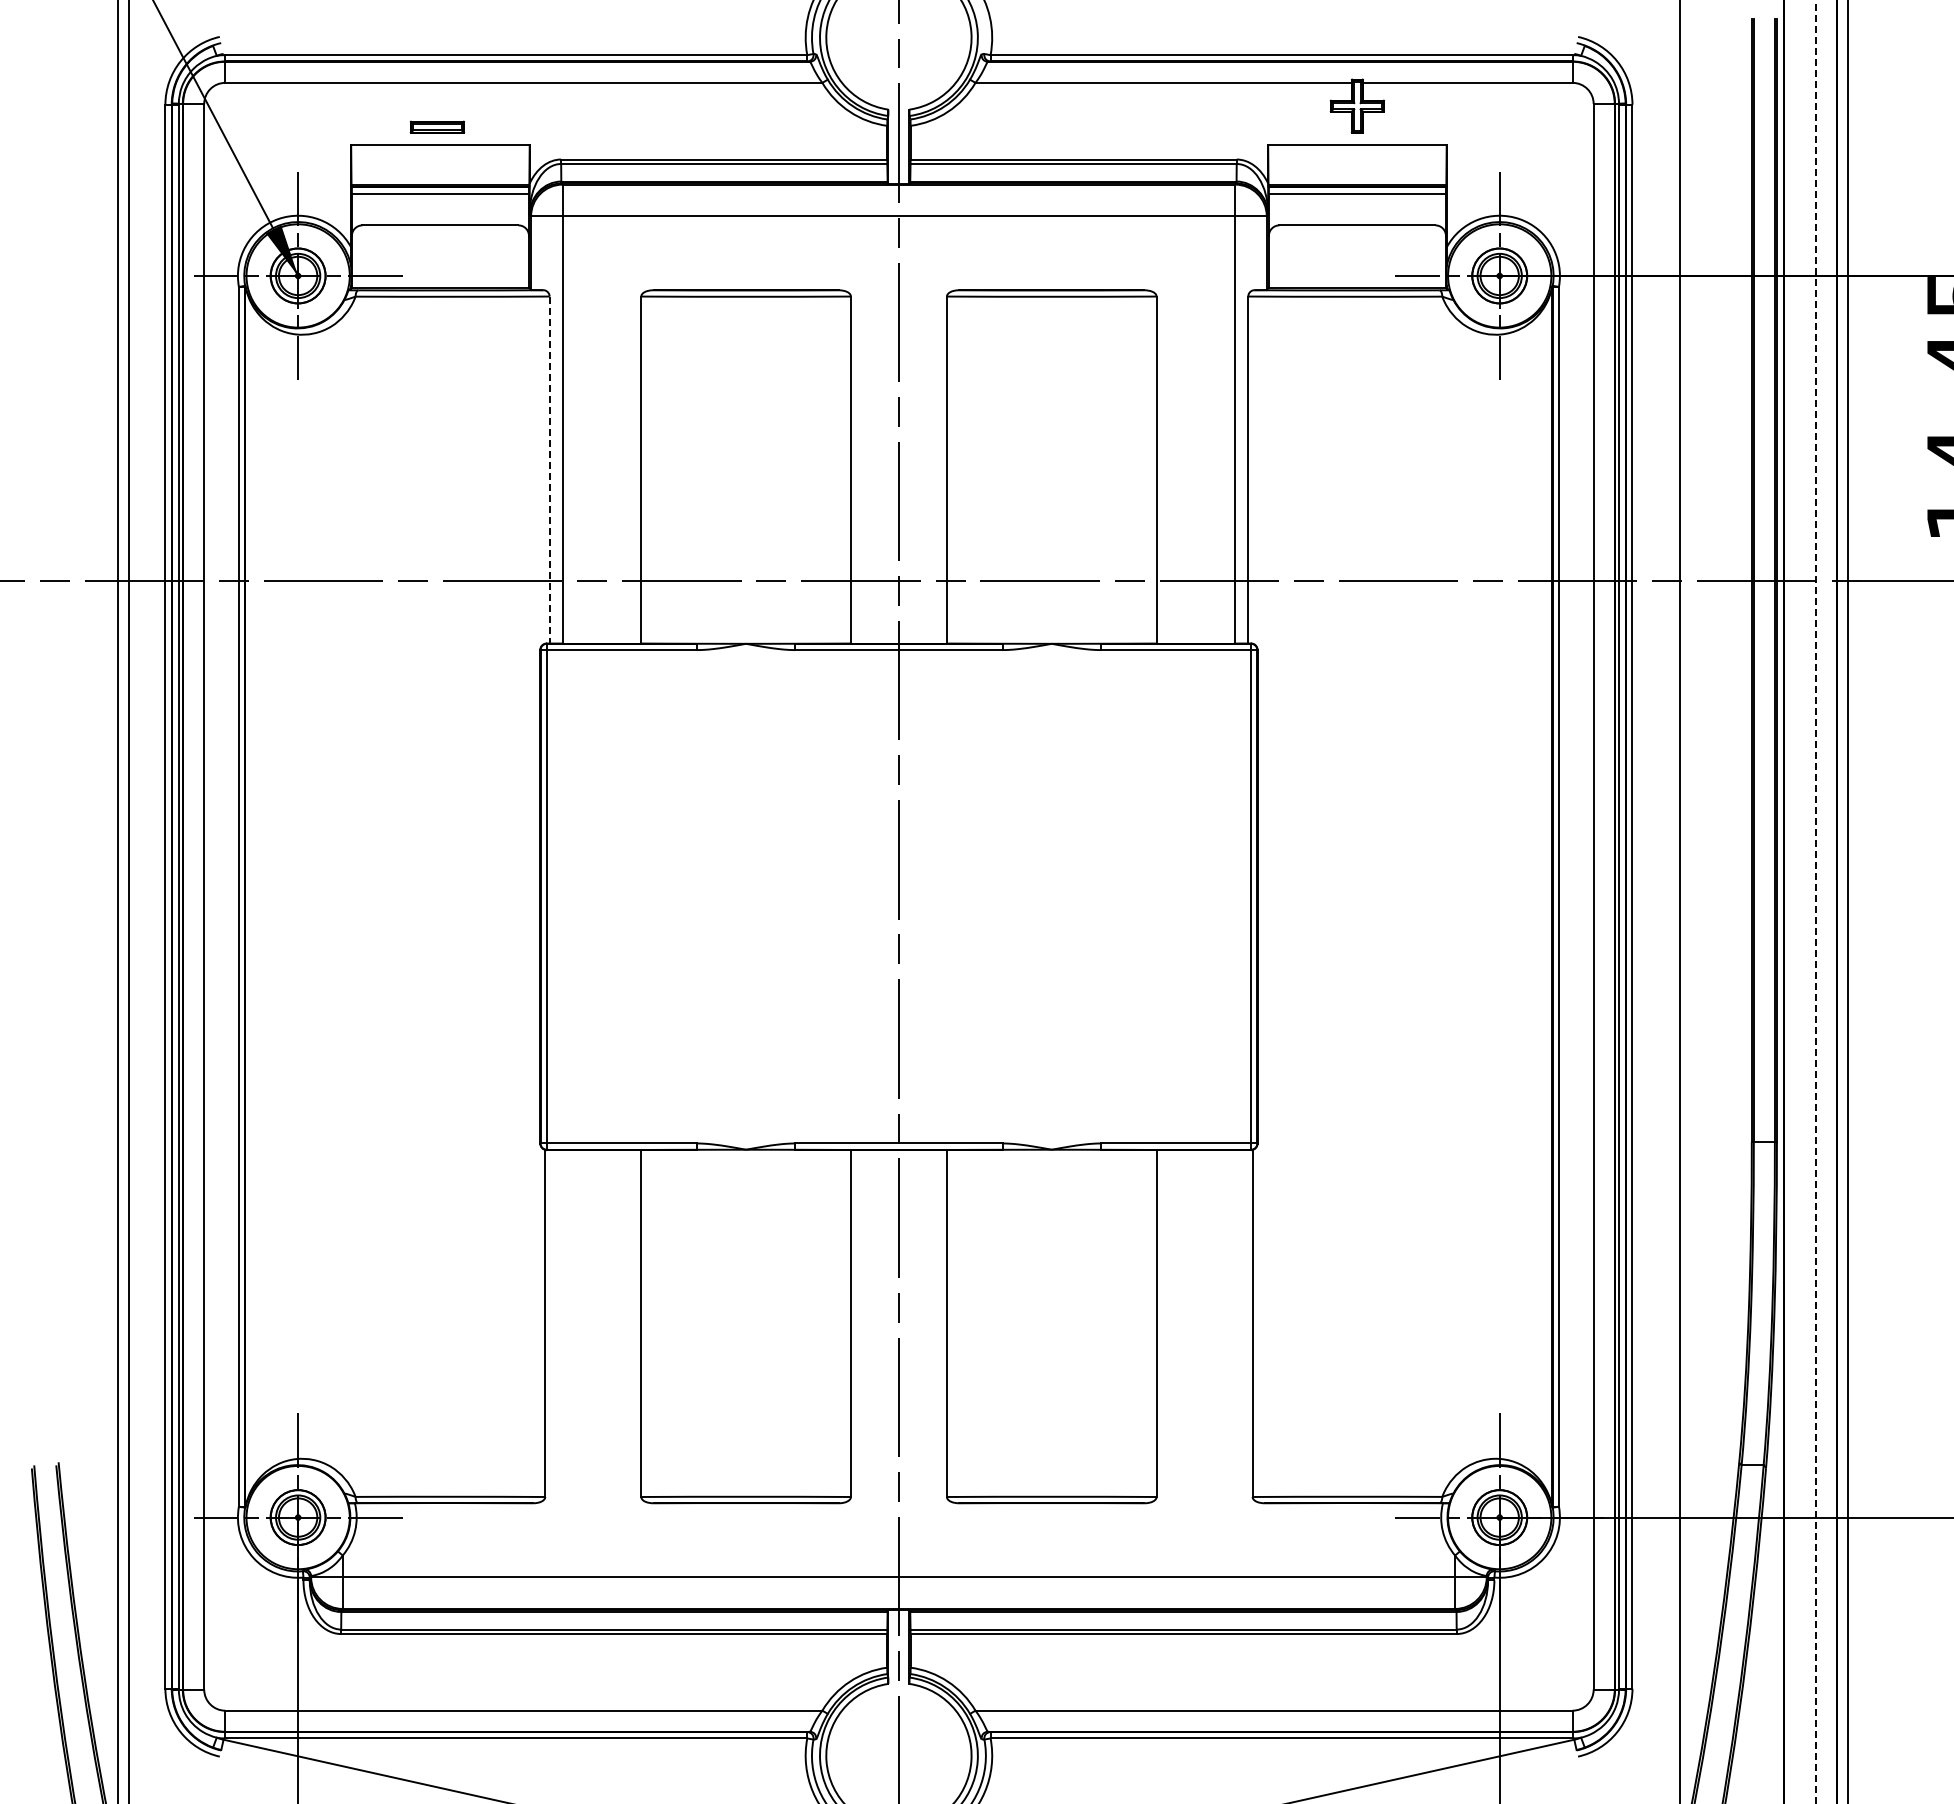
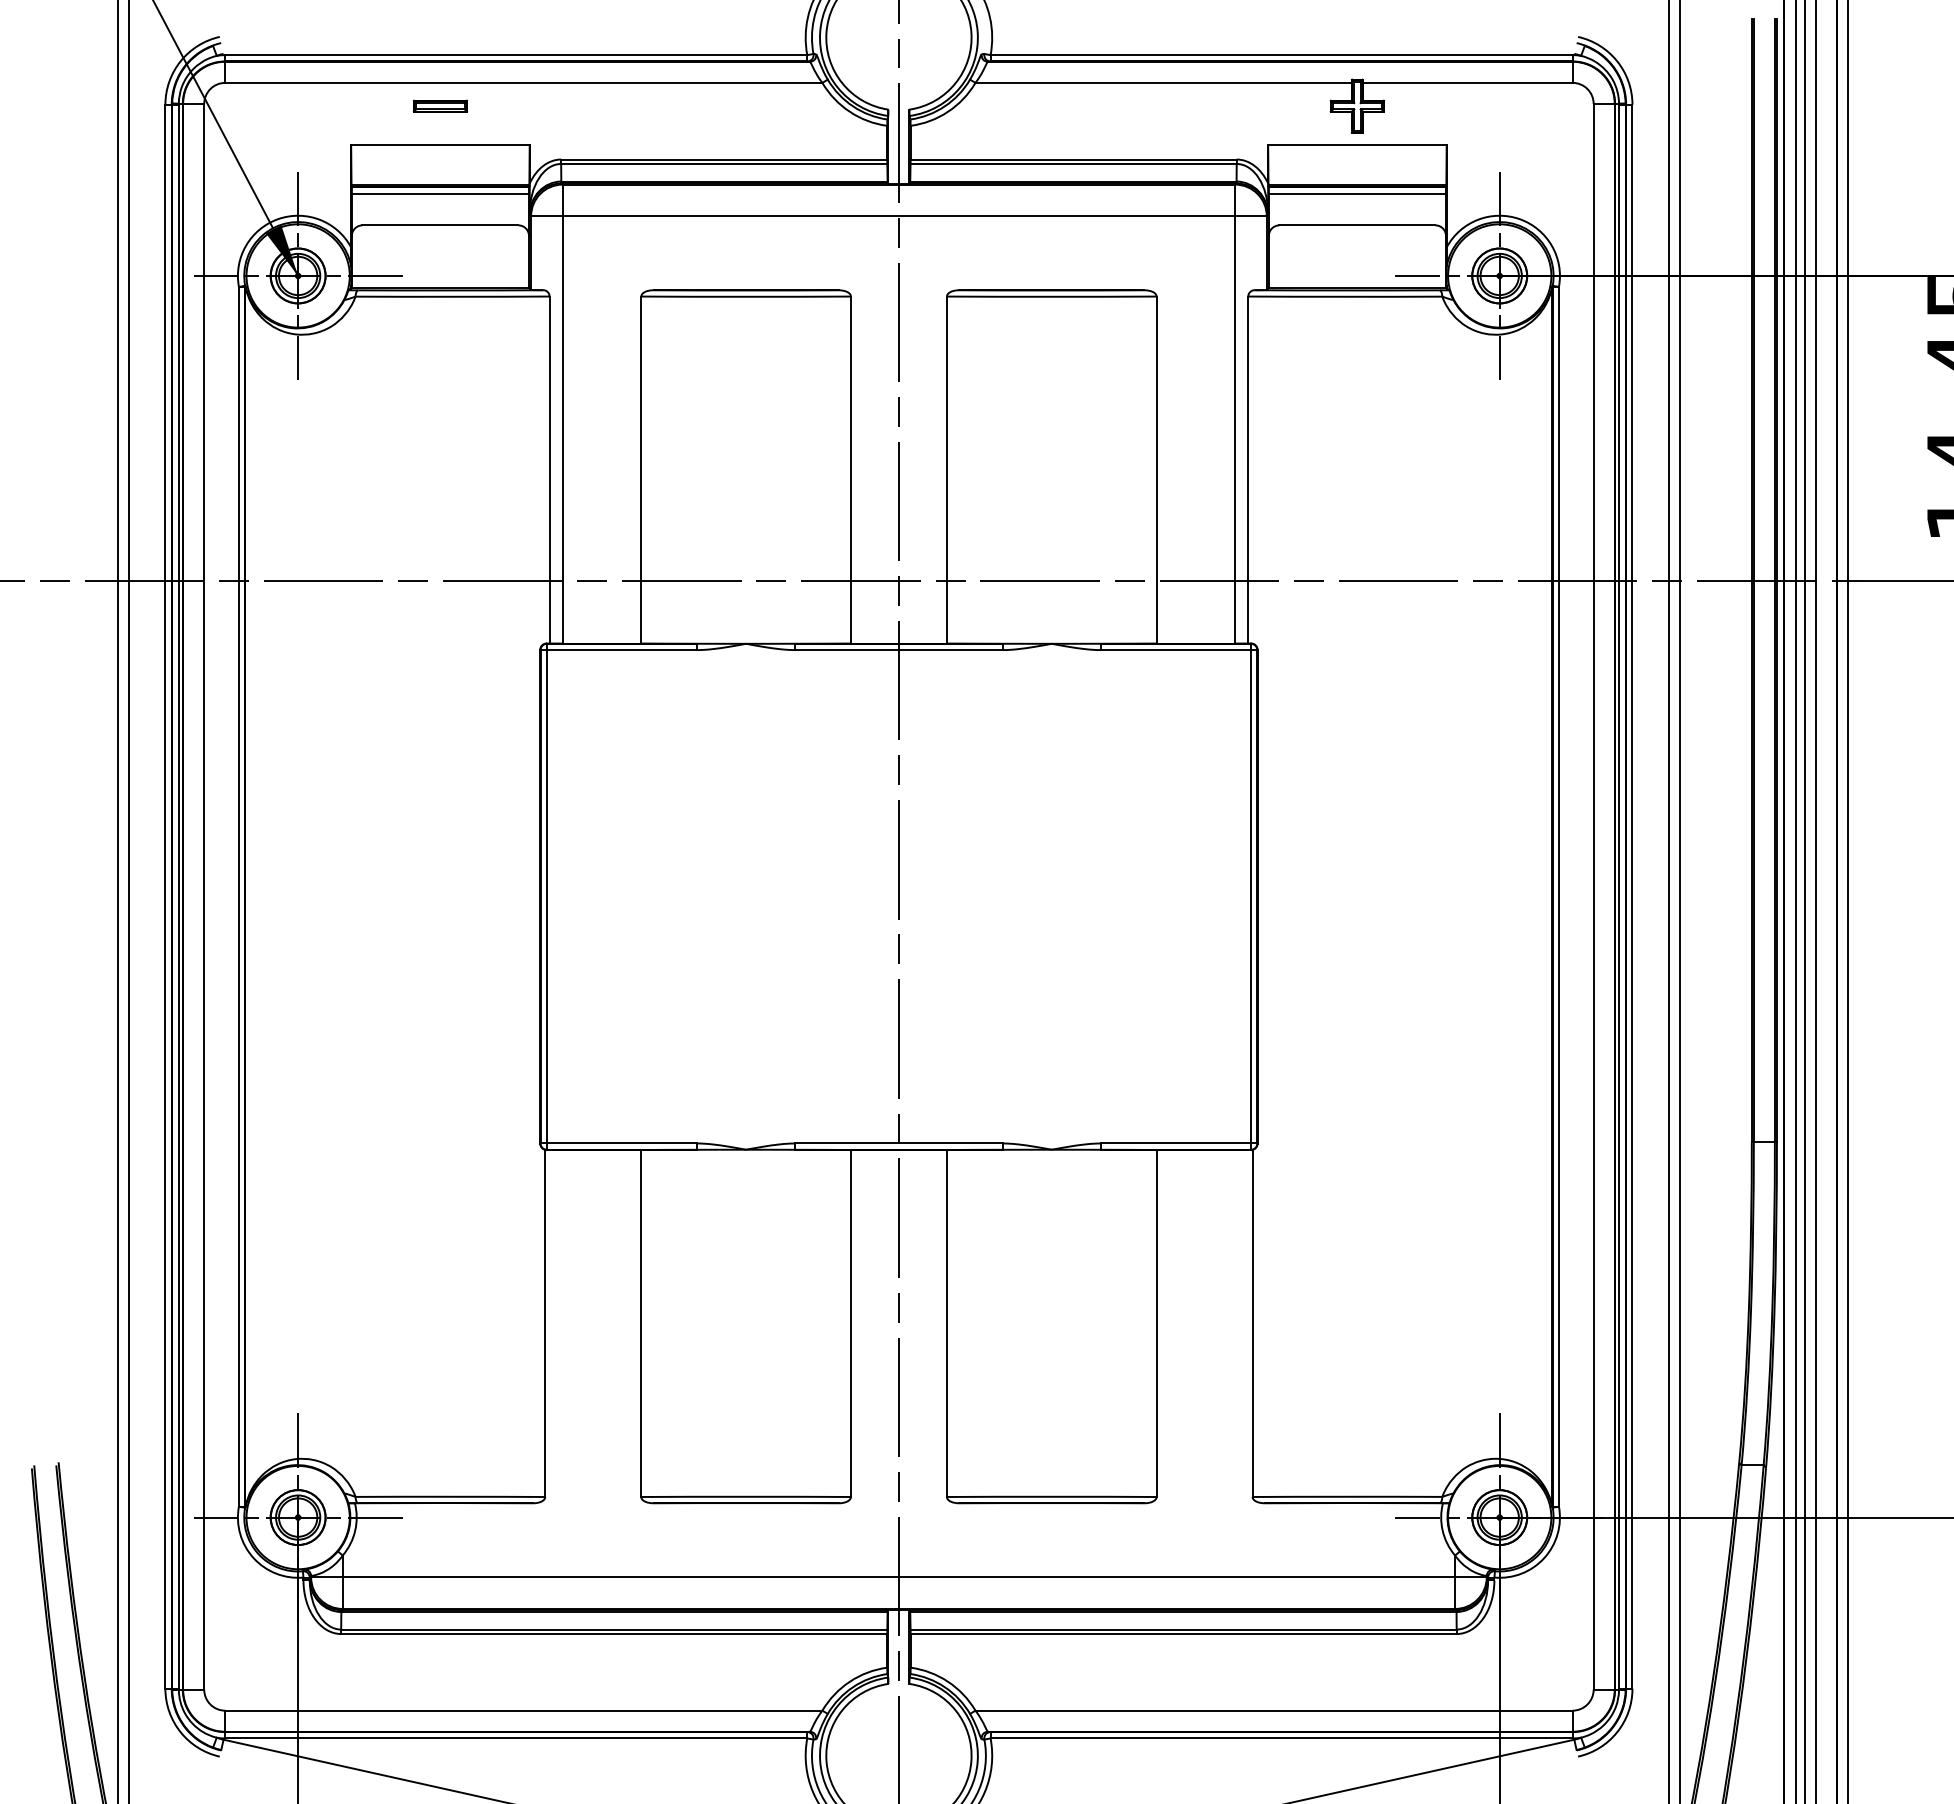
part at (437, 126) position: (437, 126) -> (440, 105)
line at (549, 470): dashed -> solid
line at (1669, 901): none -> present
line at (1795, 901): none -> present
line at (1804, 901): none -> present
line at (1816, 902): dashed -> solid
